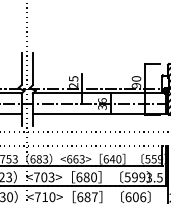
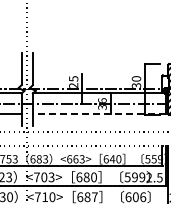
text at (136, 85): 90 -> 30
line at (99, 113): solid -> dashed
text at (149, 178): 3.5 -> 2.5
